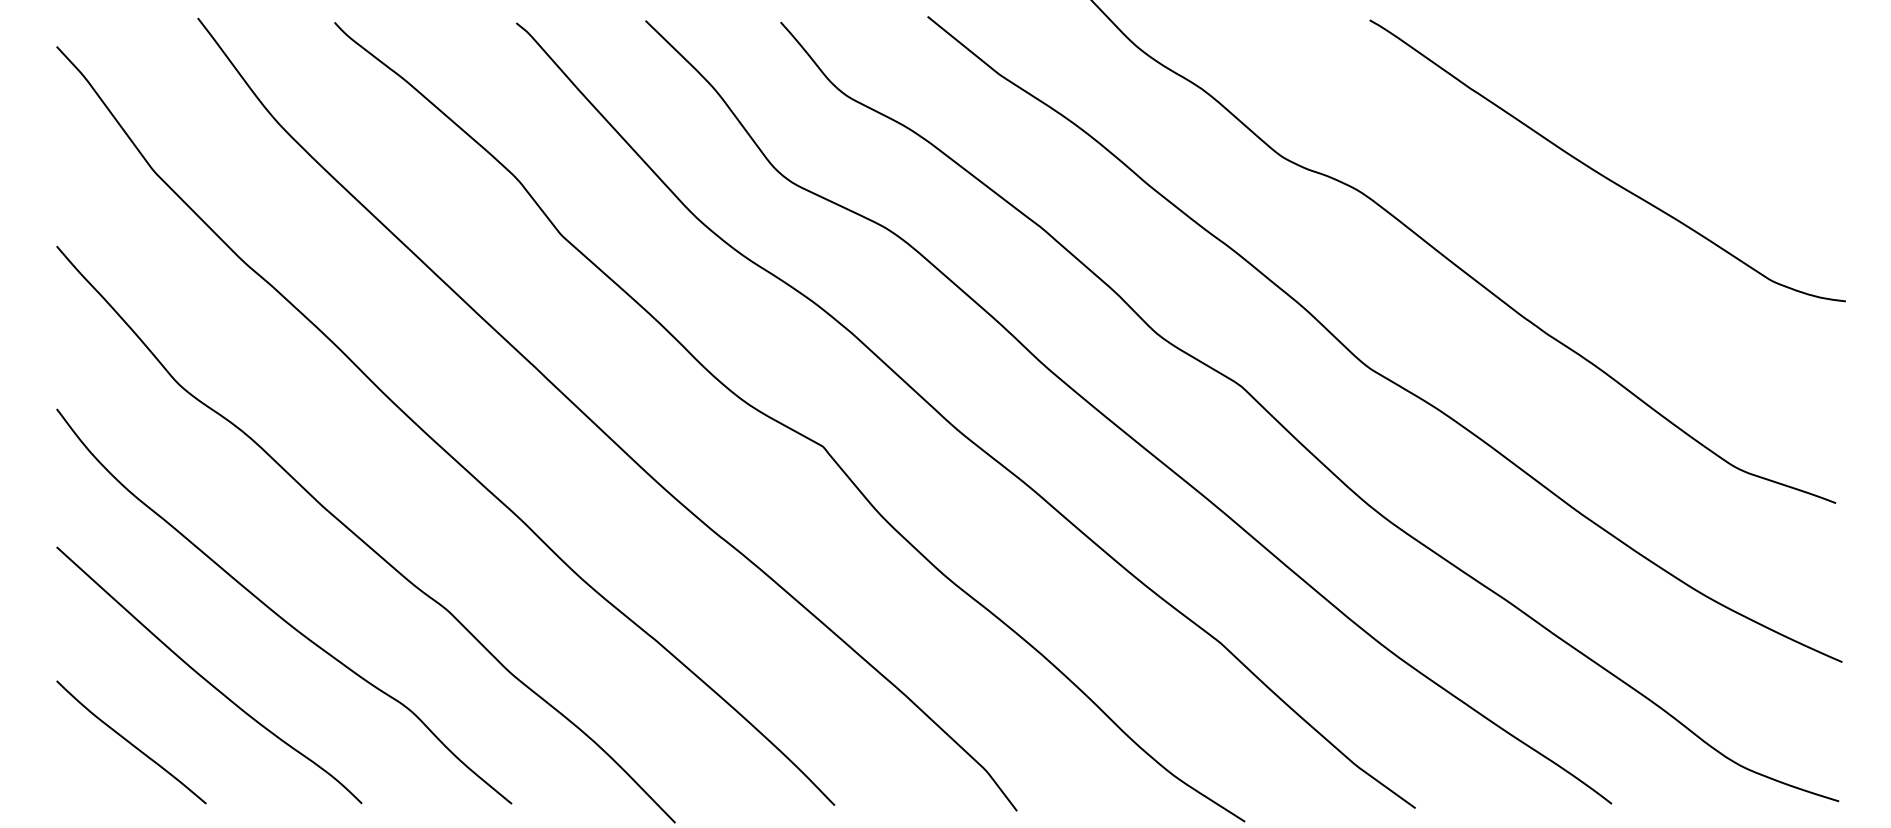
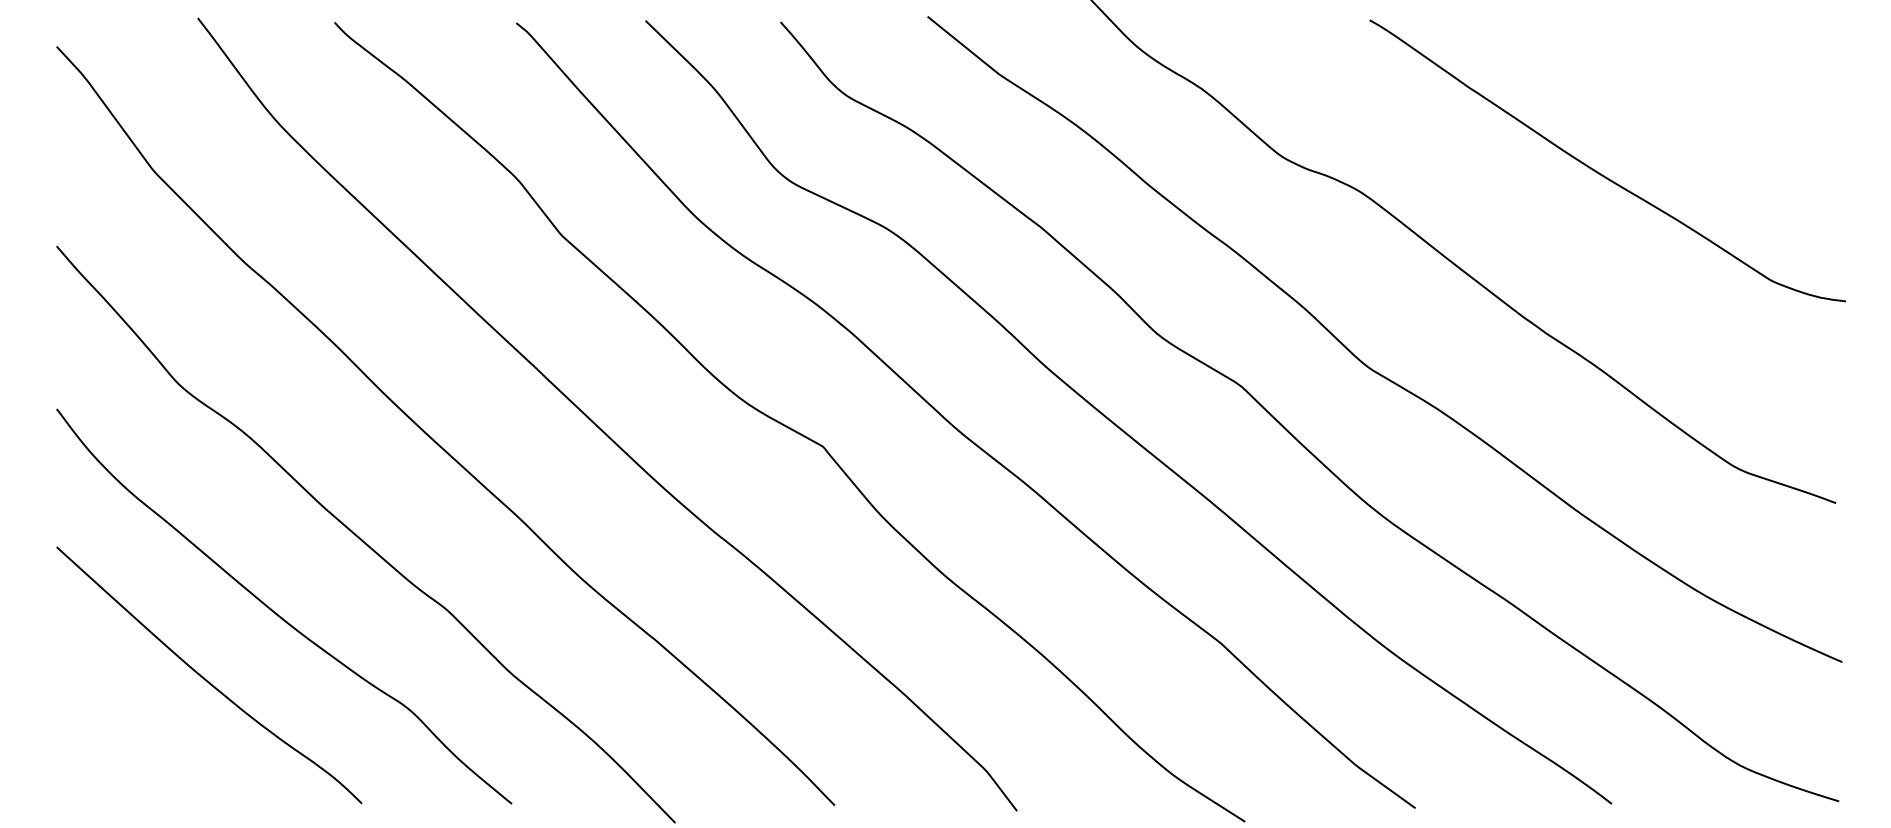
curve at (131, 742): present -> none
